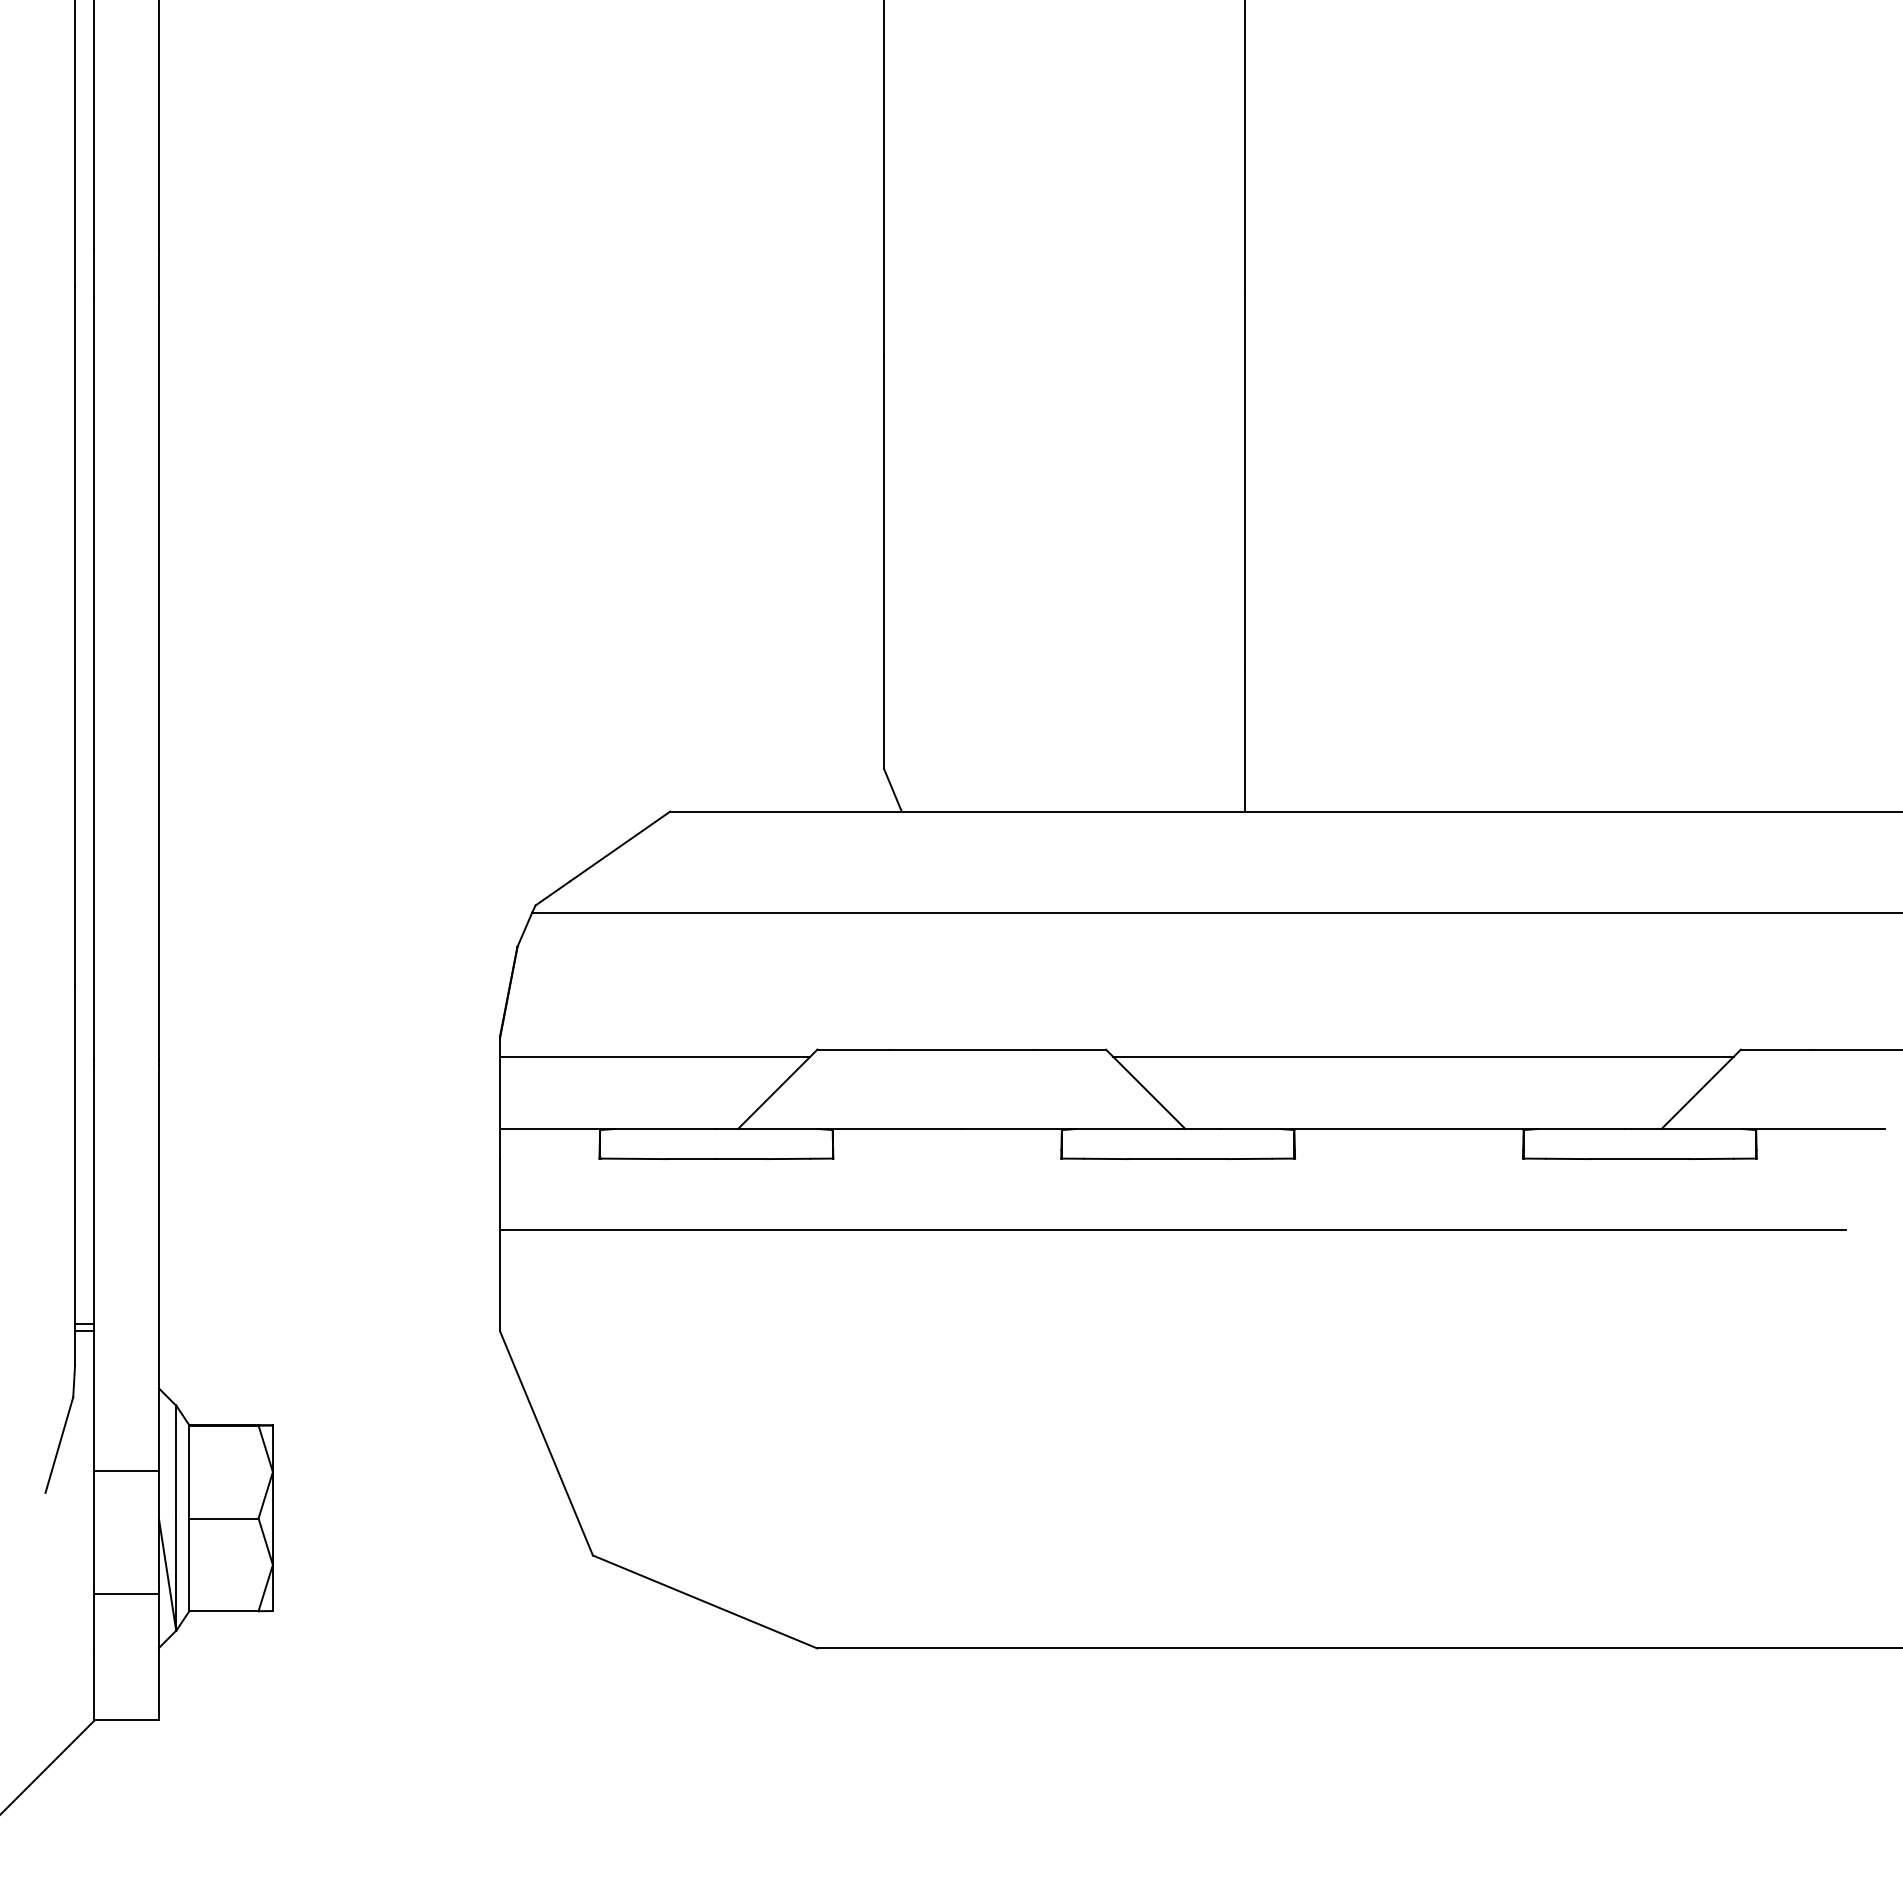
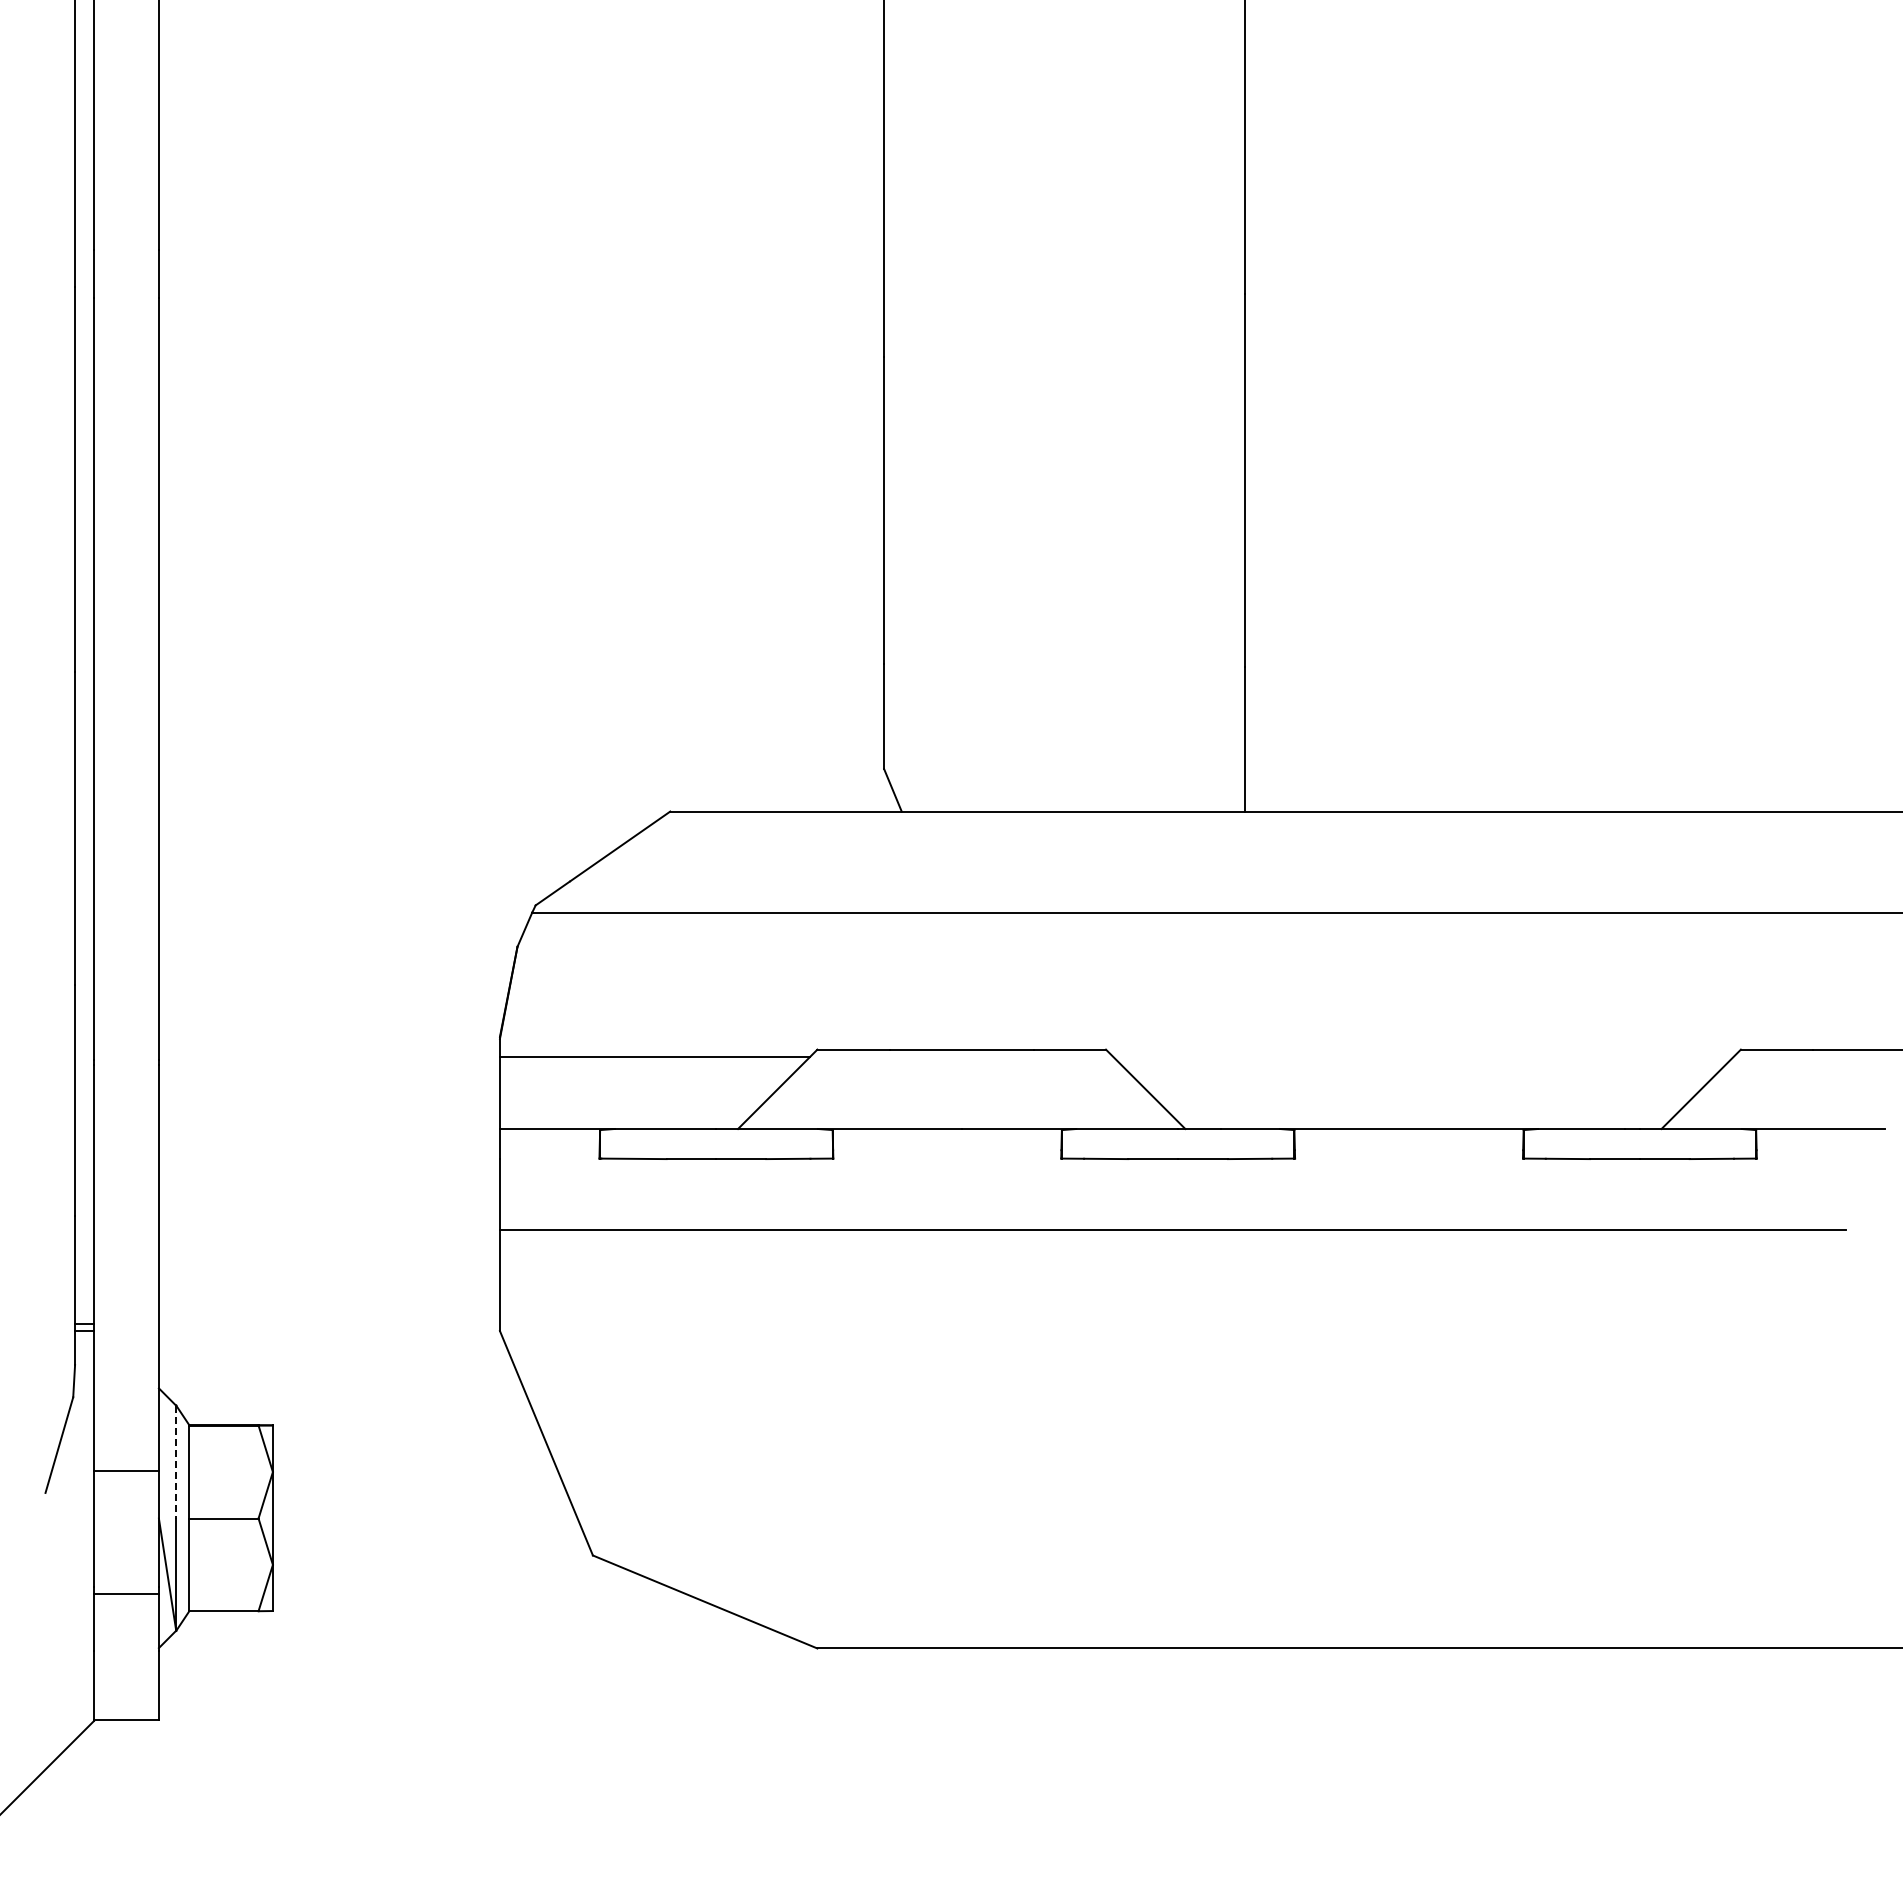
line at (1423, 1056): present -> none
line at (176, 1462): solid -> dashed
